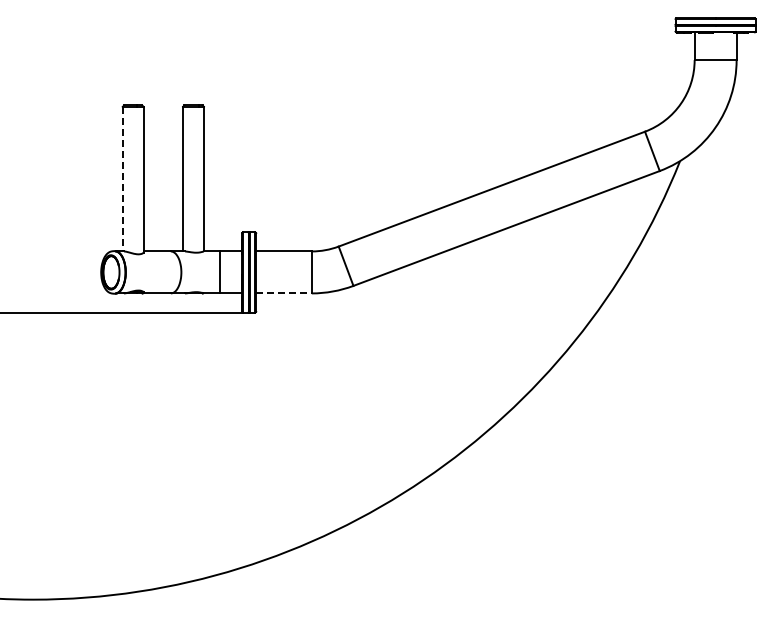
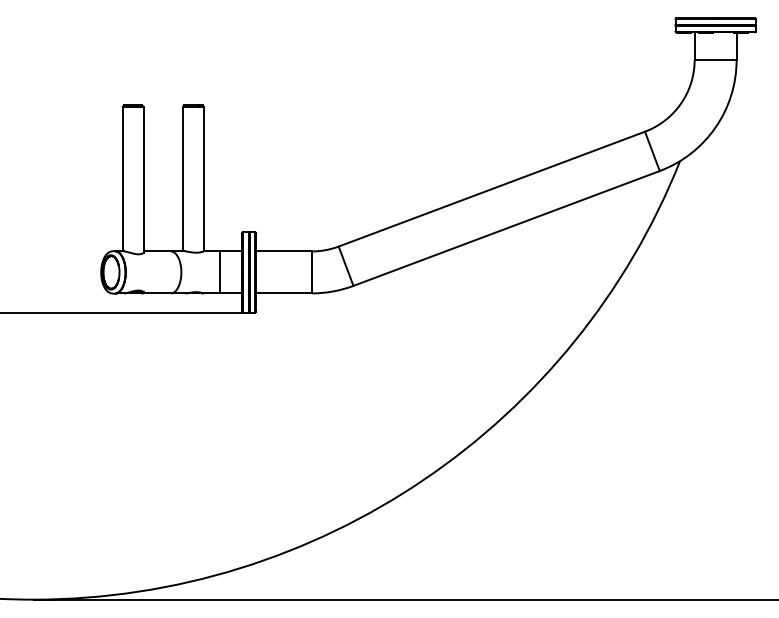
line at (122, 179): dashed -> solid
line at (284, 293): dashed -> solid
line at (404, 599): none -> present
